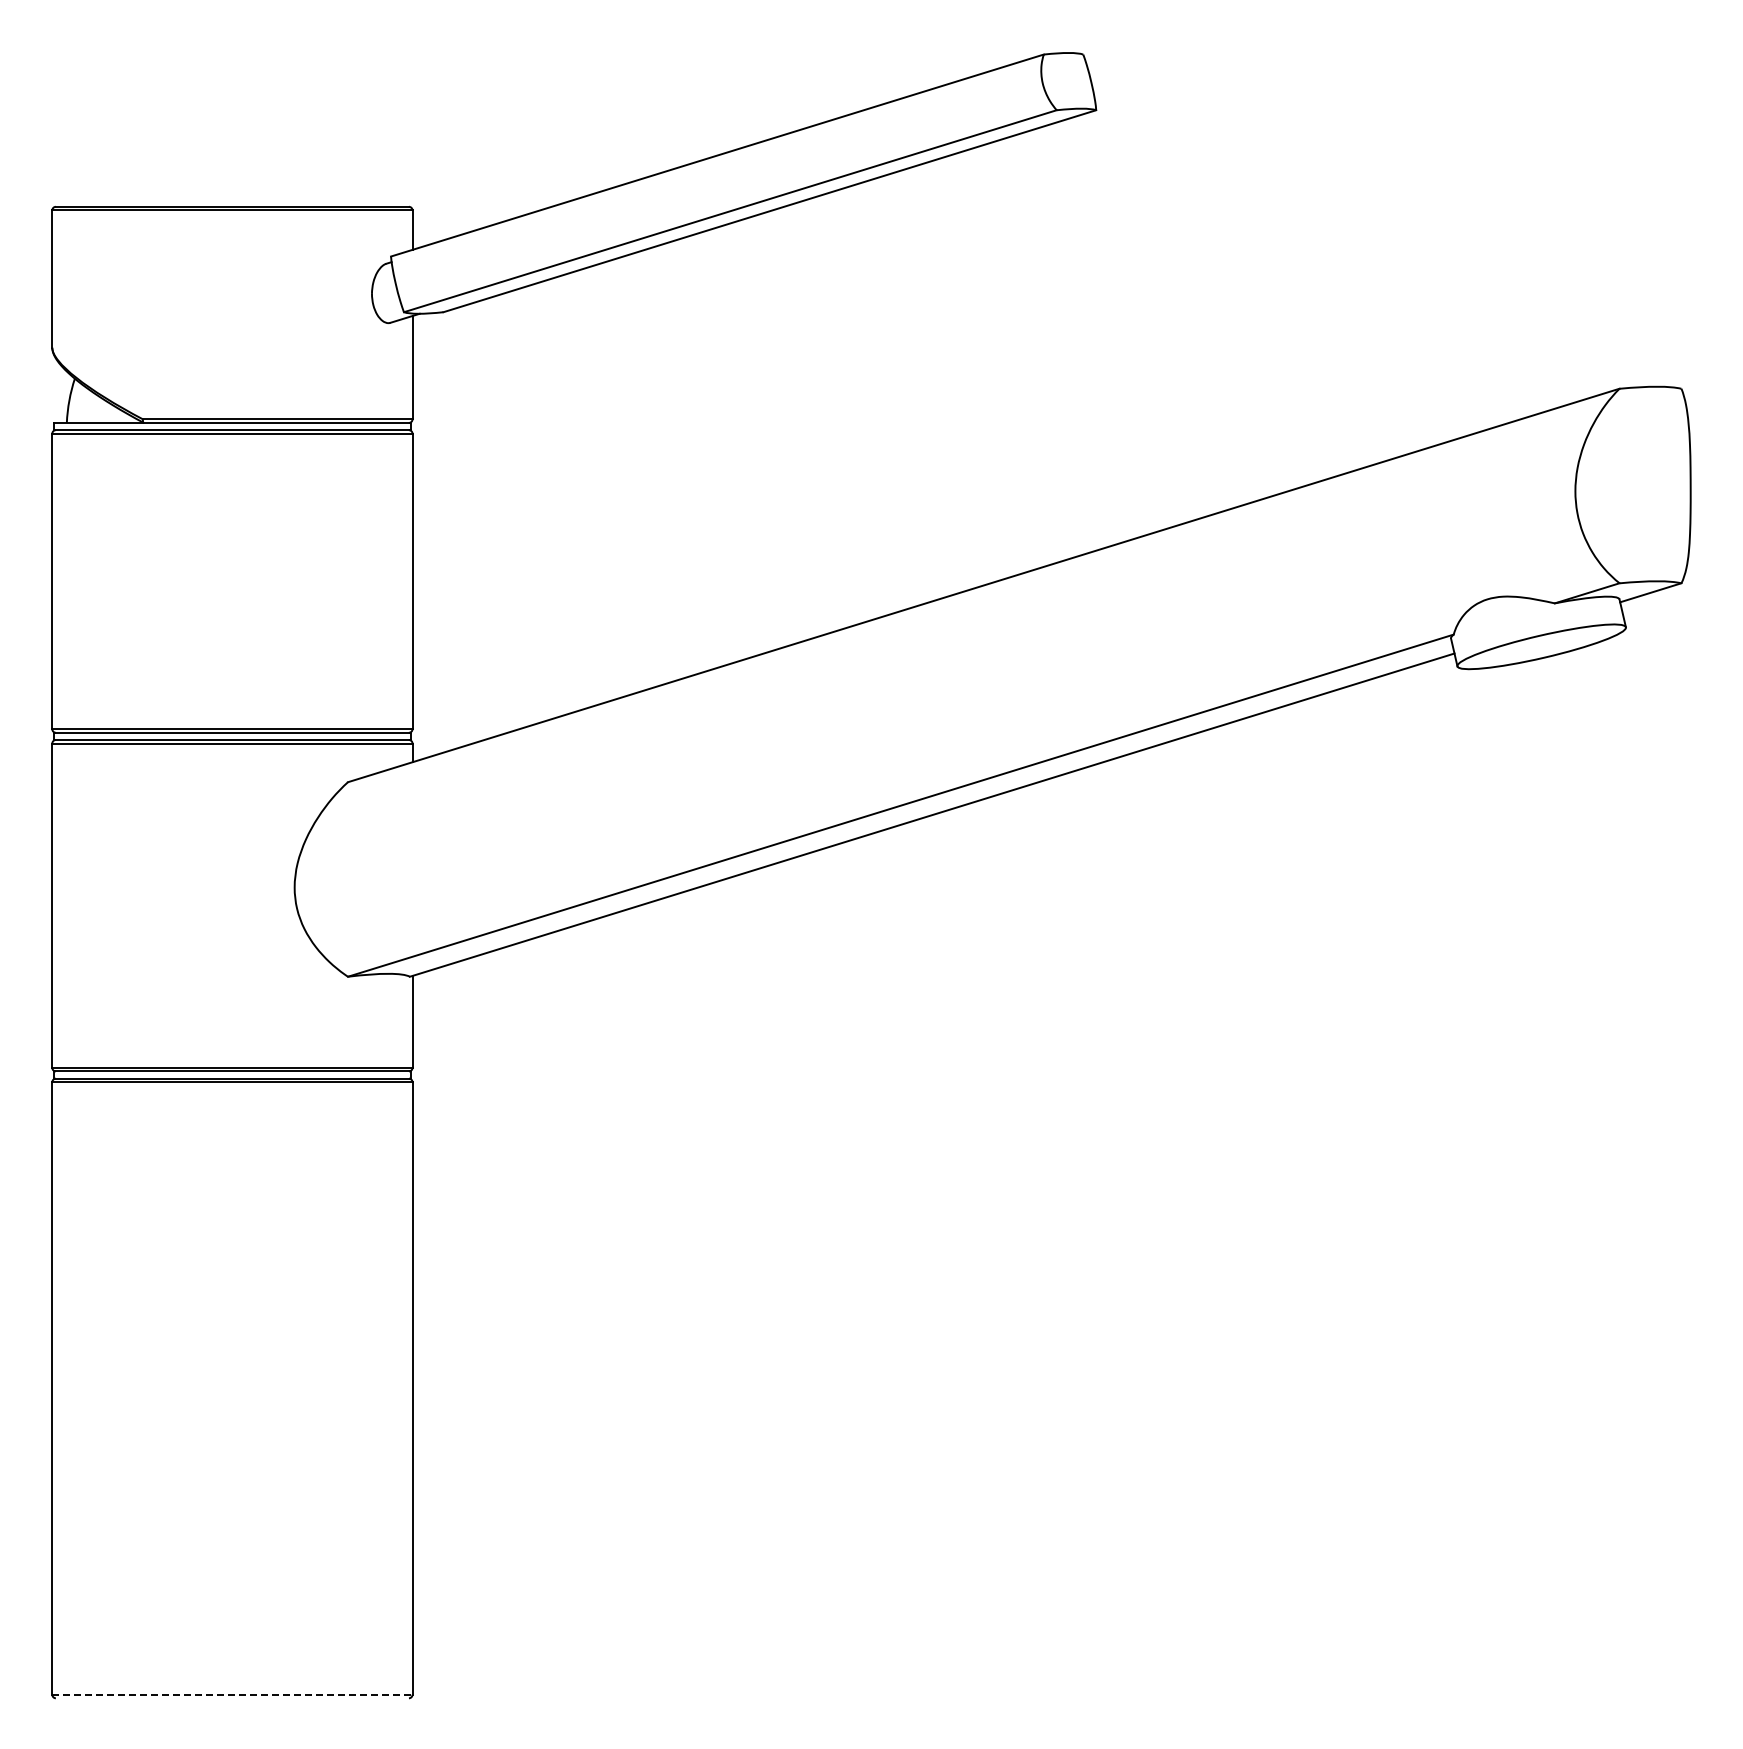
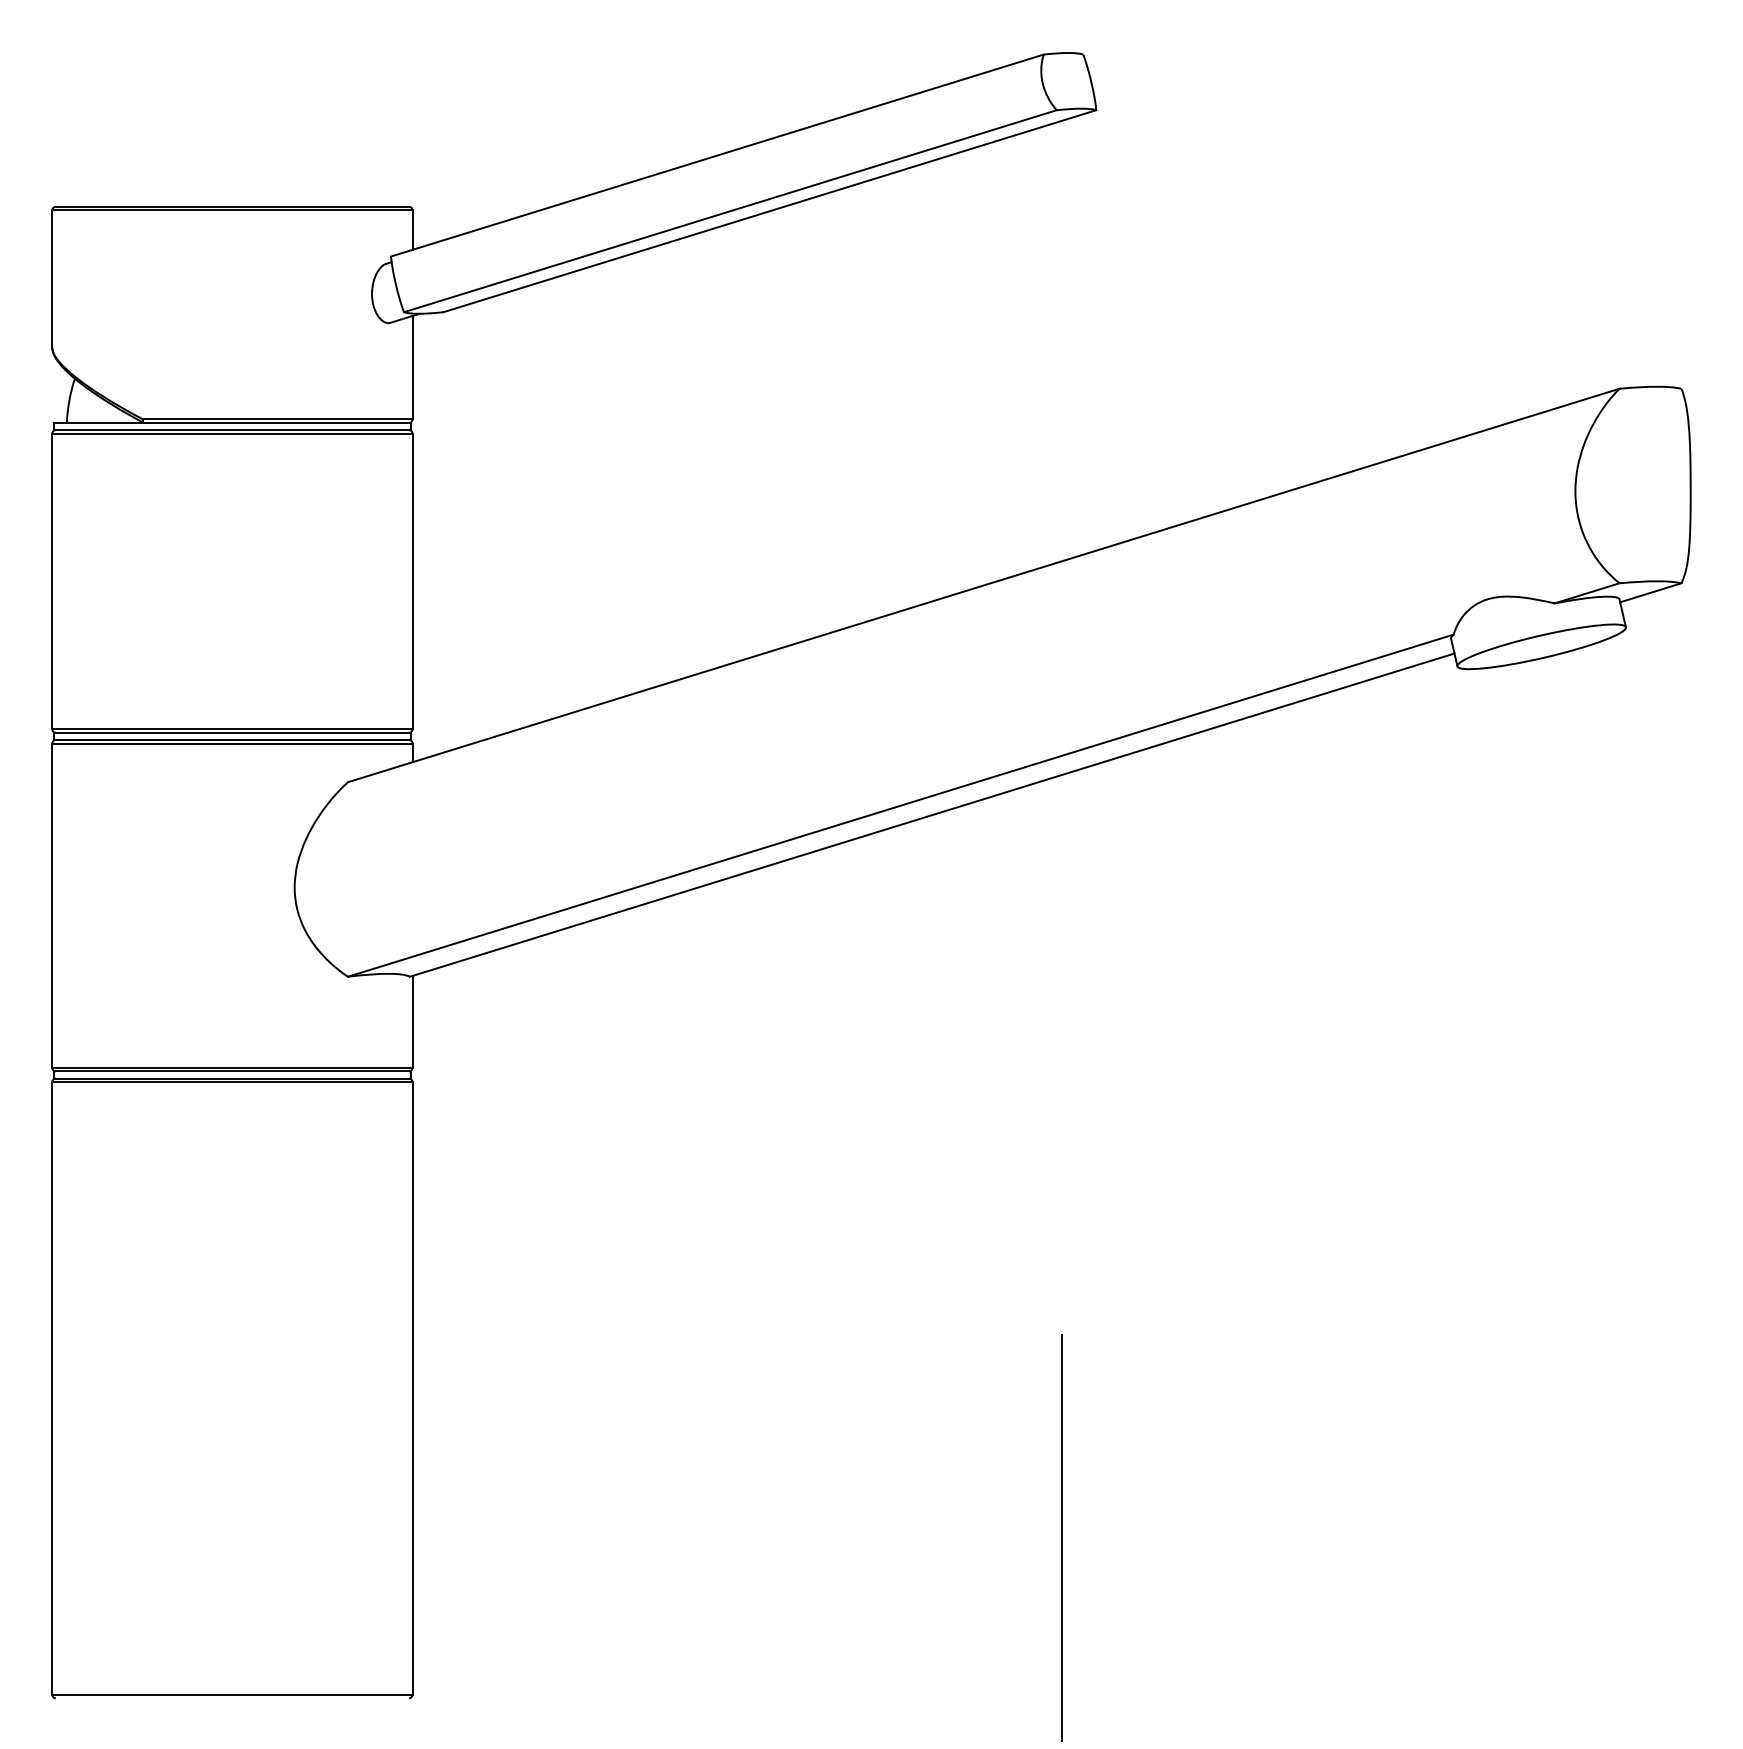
line at (1062, 1539): none -> present
line at (232, 1694): dashed -> solid
